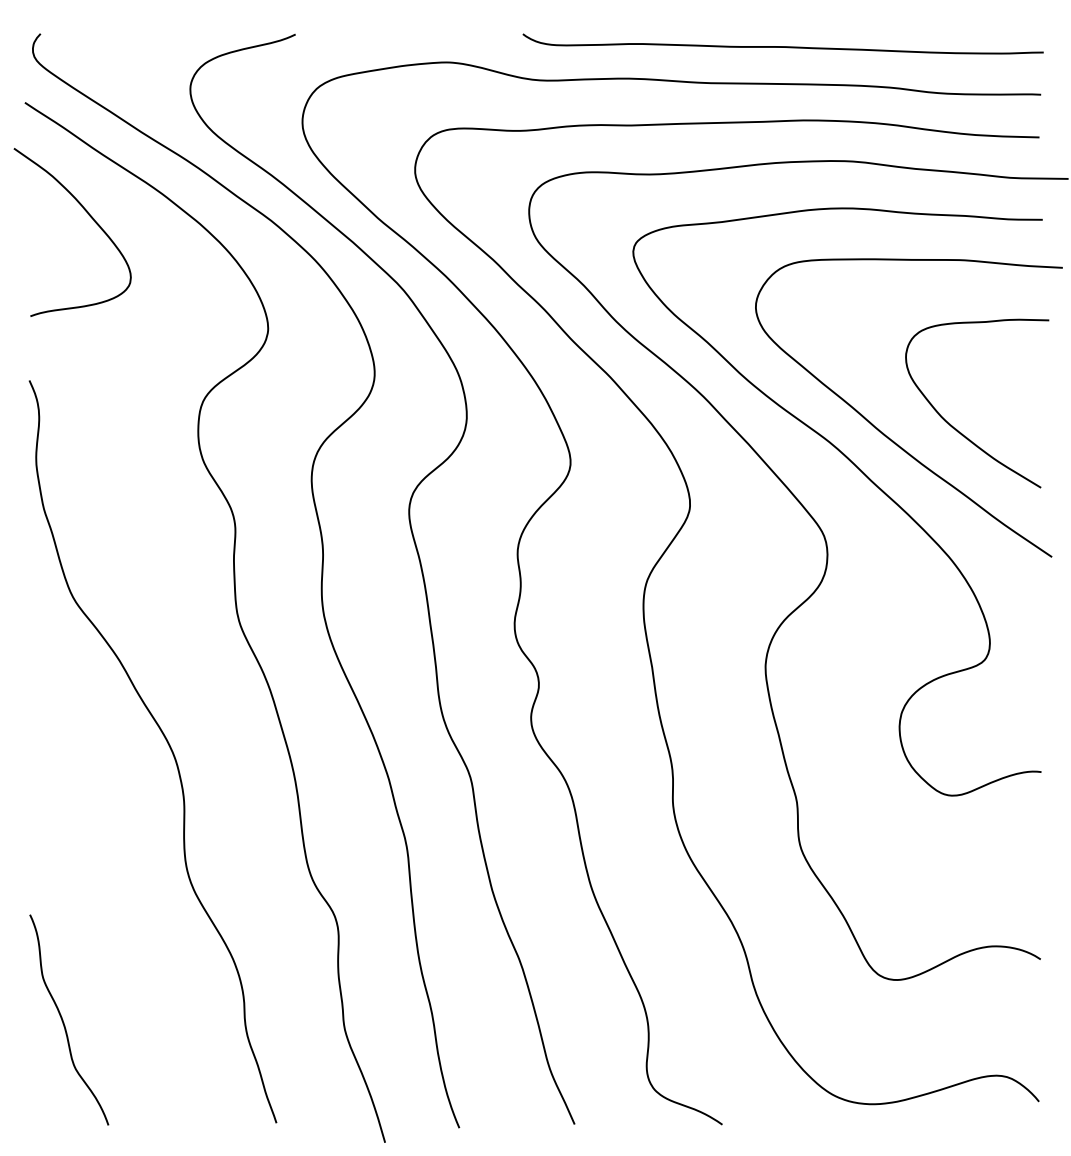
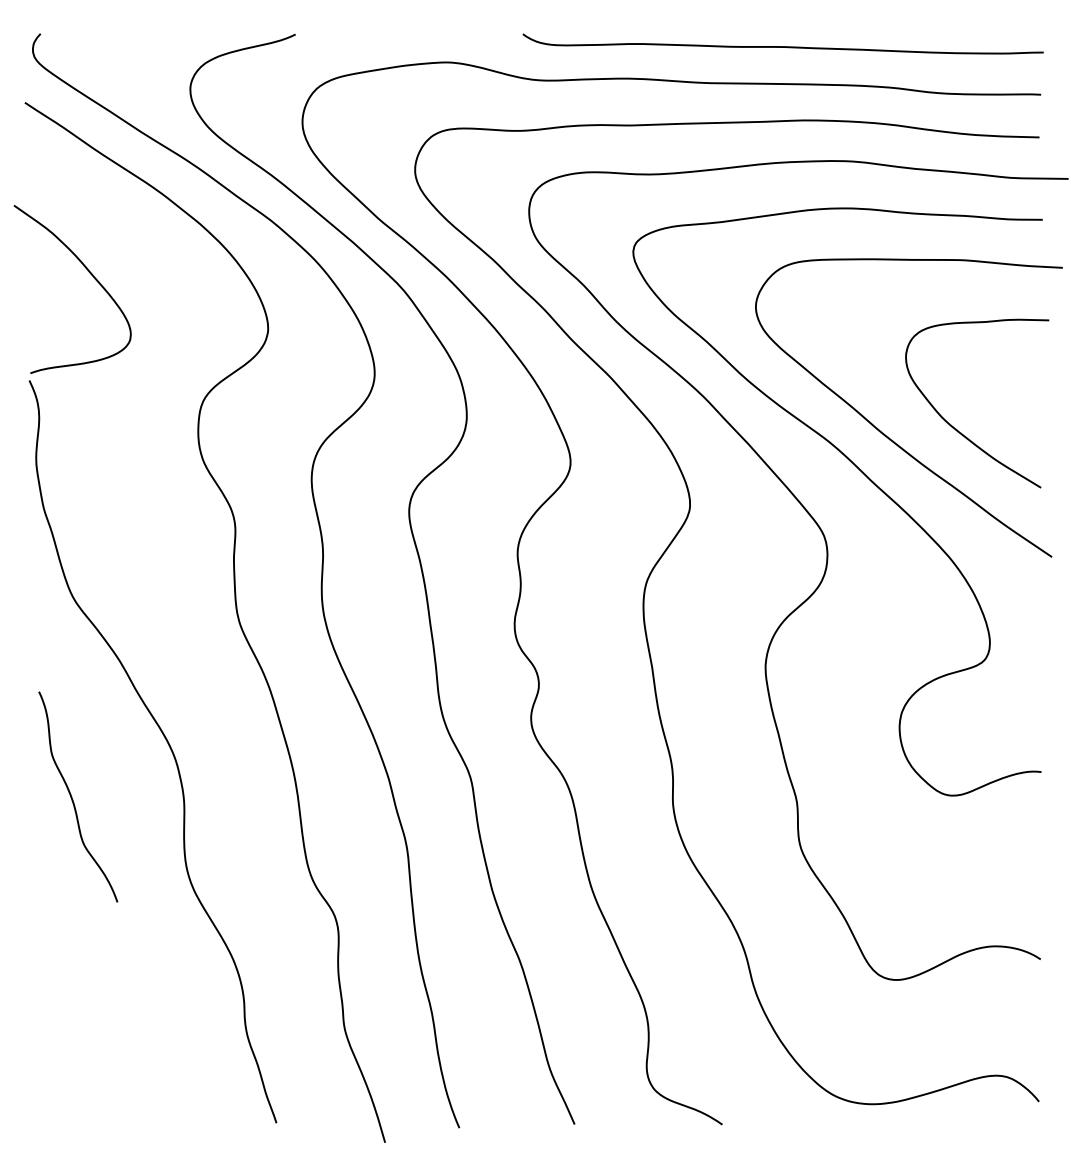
curve at (88, 215) position: (88, 215) -> (88, 272)
curve at (64, 1022) position: (64, 1022) -> (73, 799)
